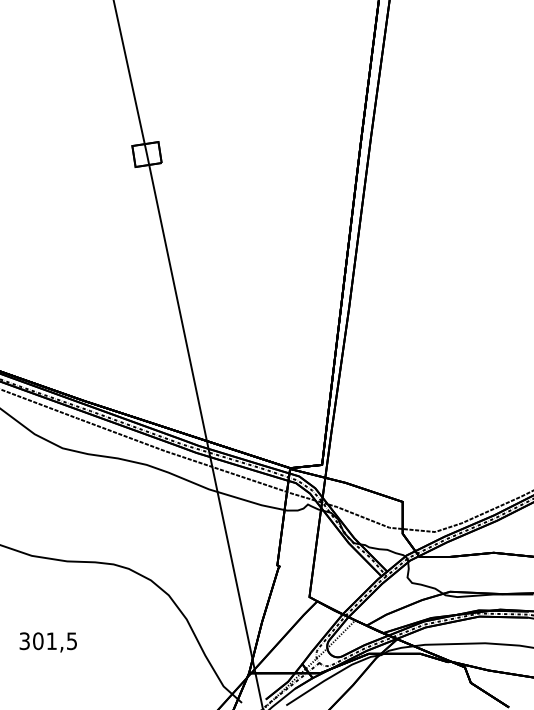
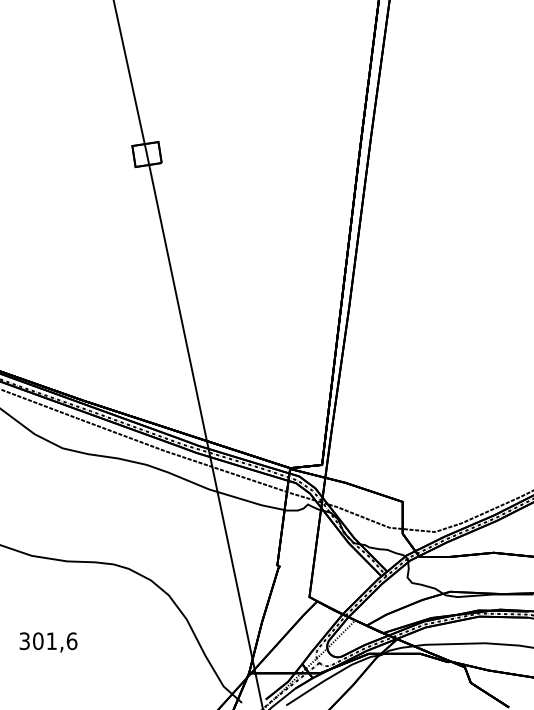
text at (71, 641): 301,5 -> 301,6
